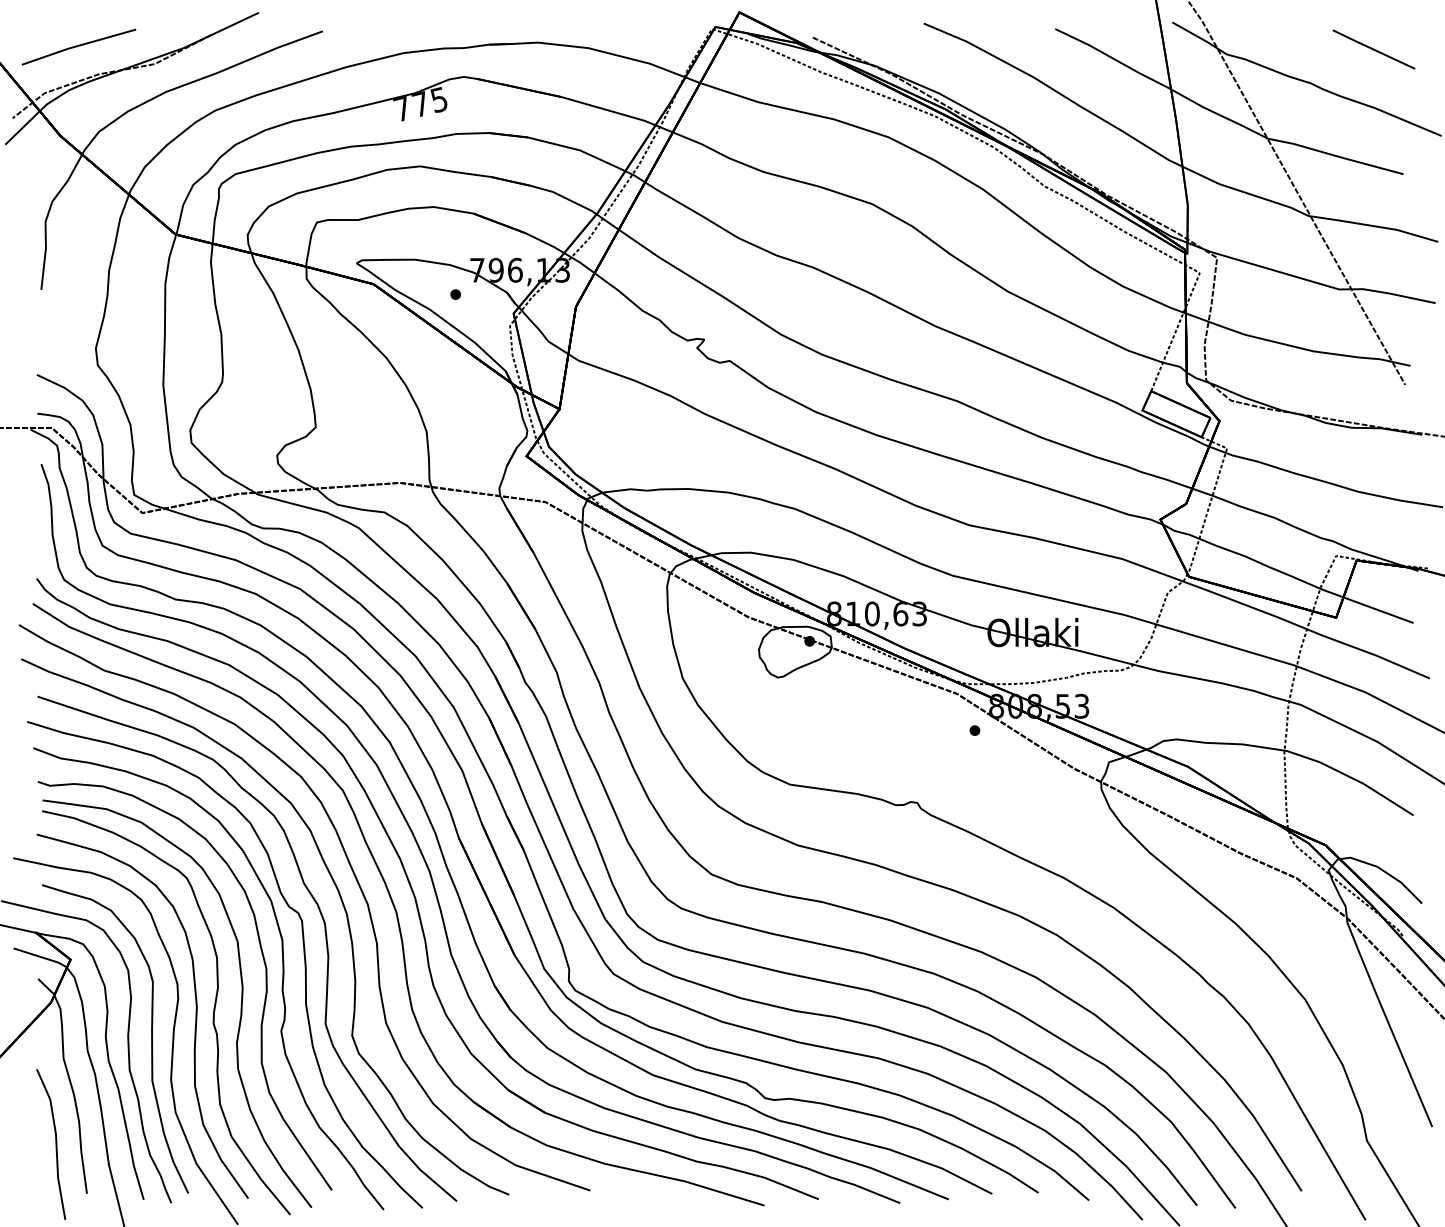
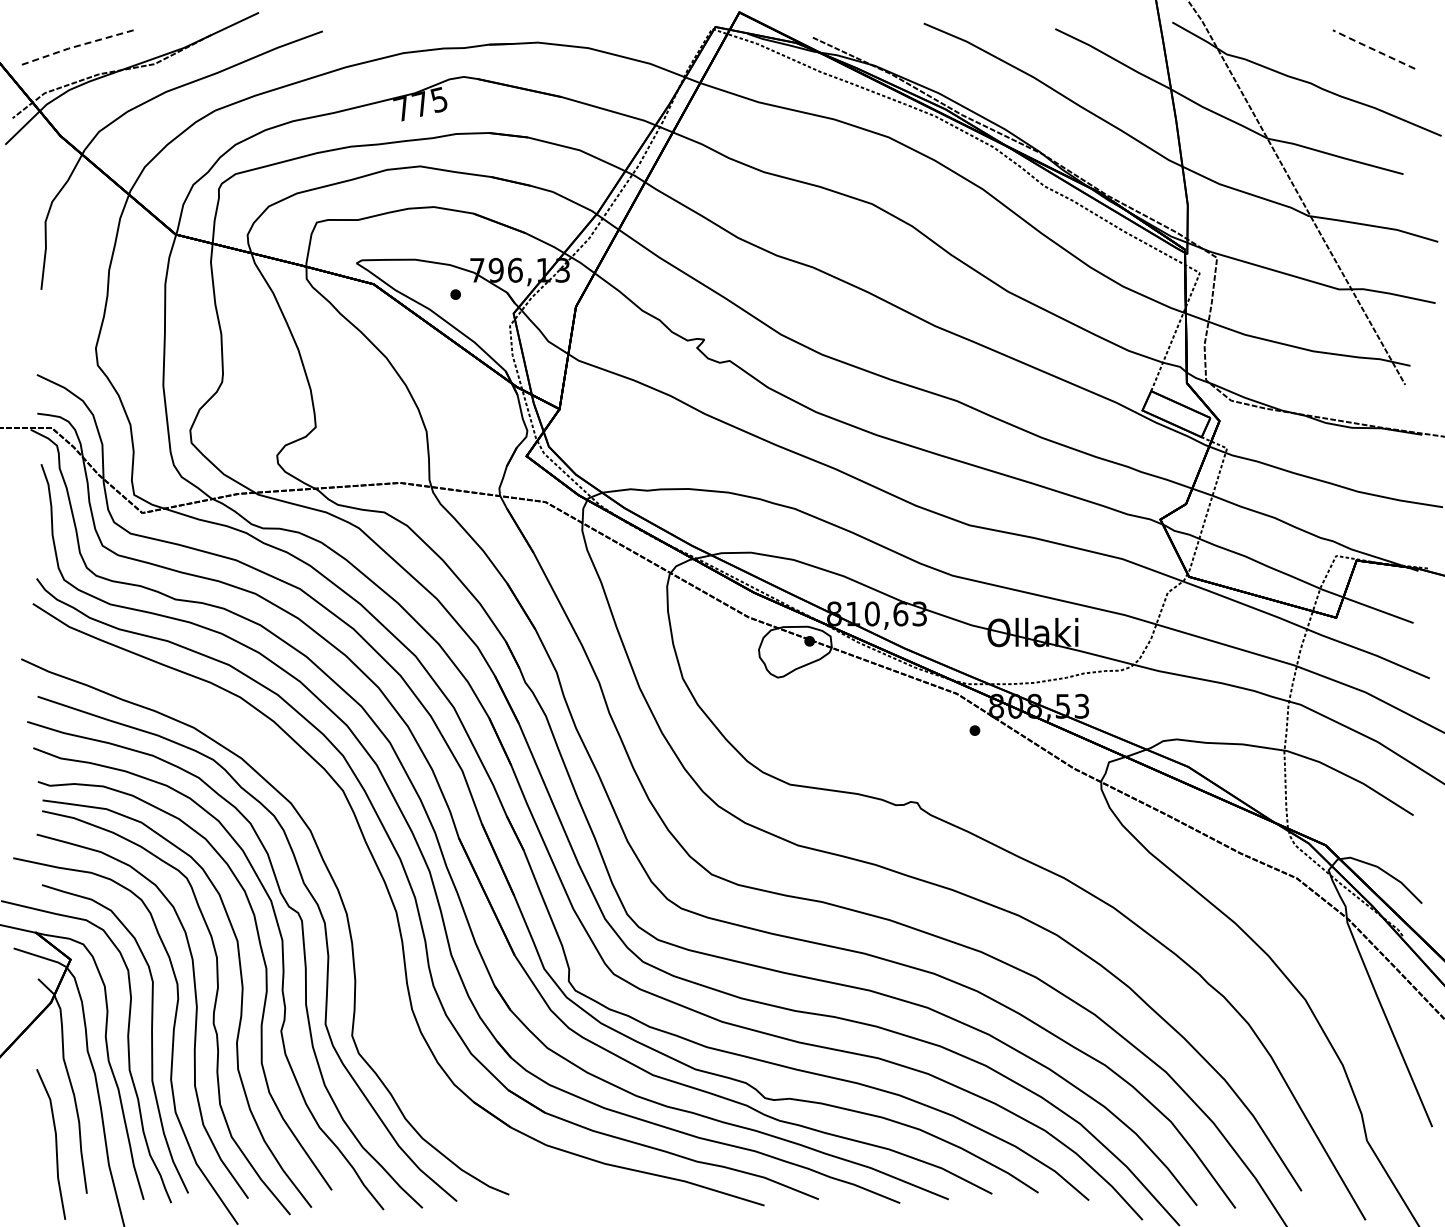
line at (78, 45): solid -> dashed
line at (1373, 49): solid -> dashed
curve at (358, 886): present -> none
